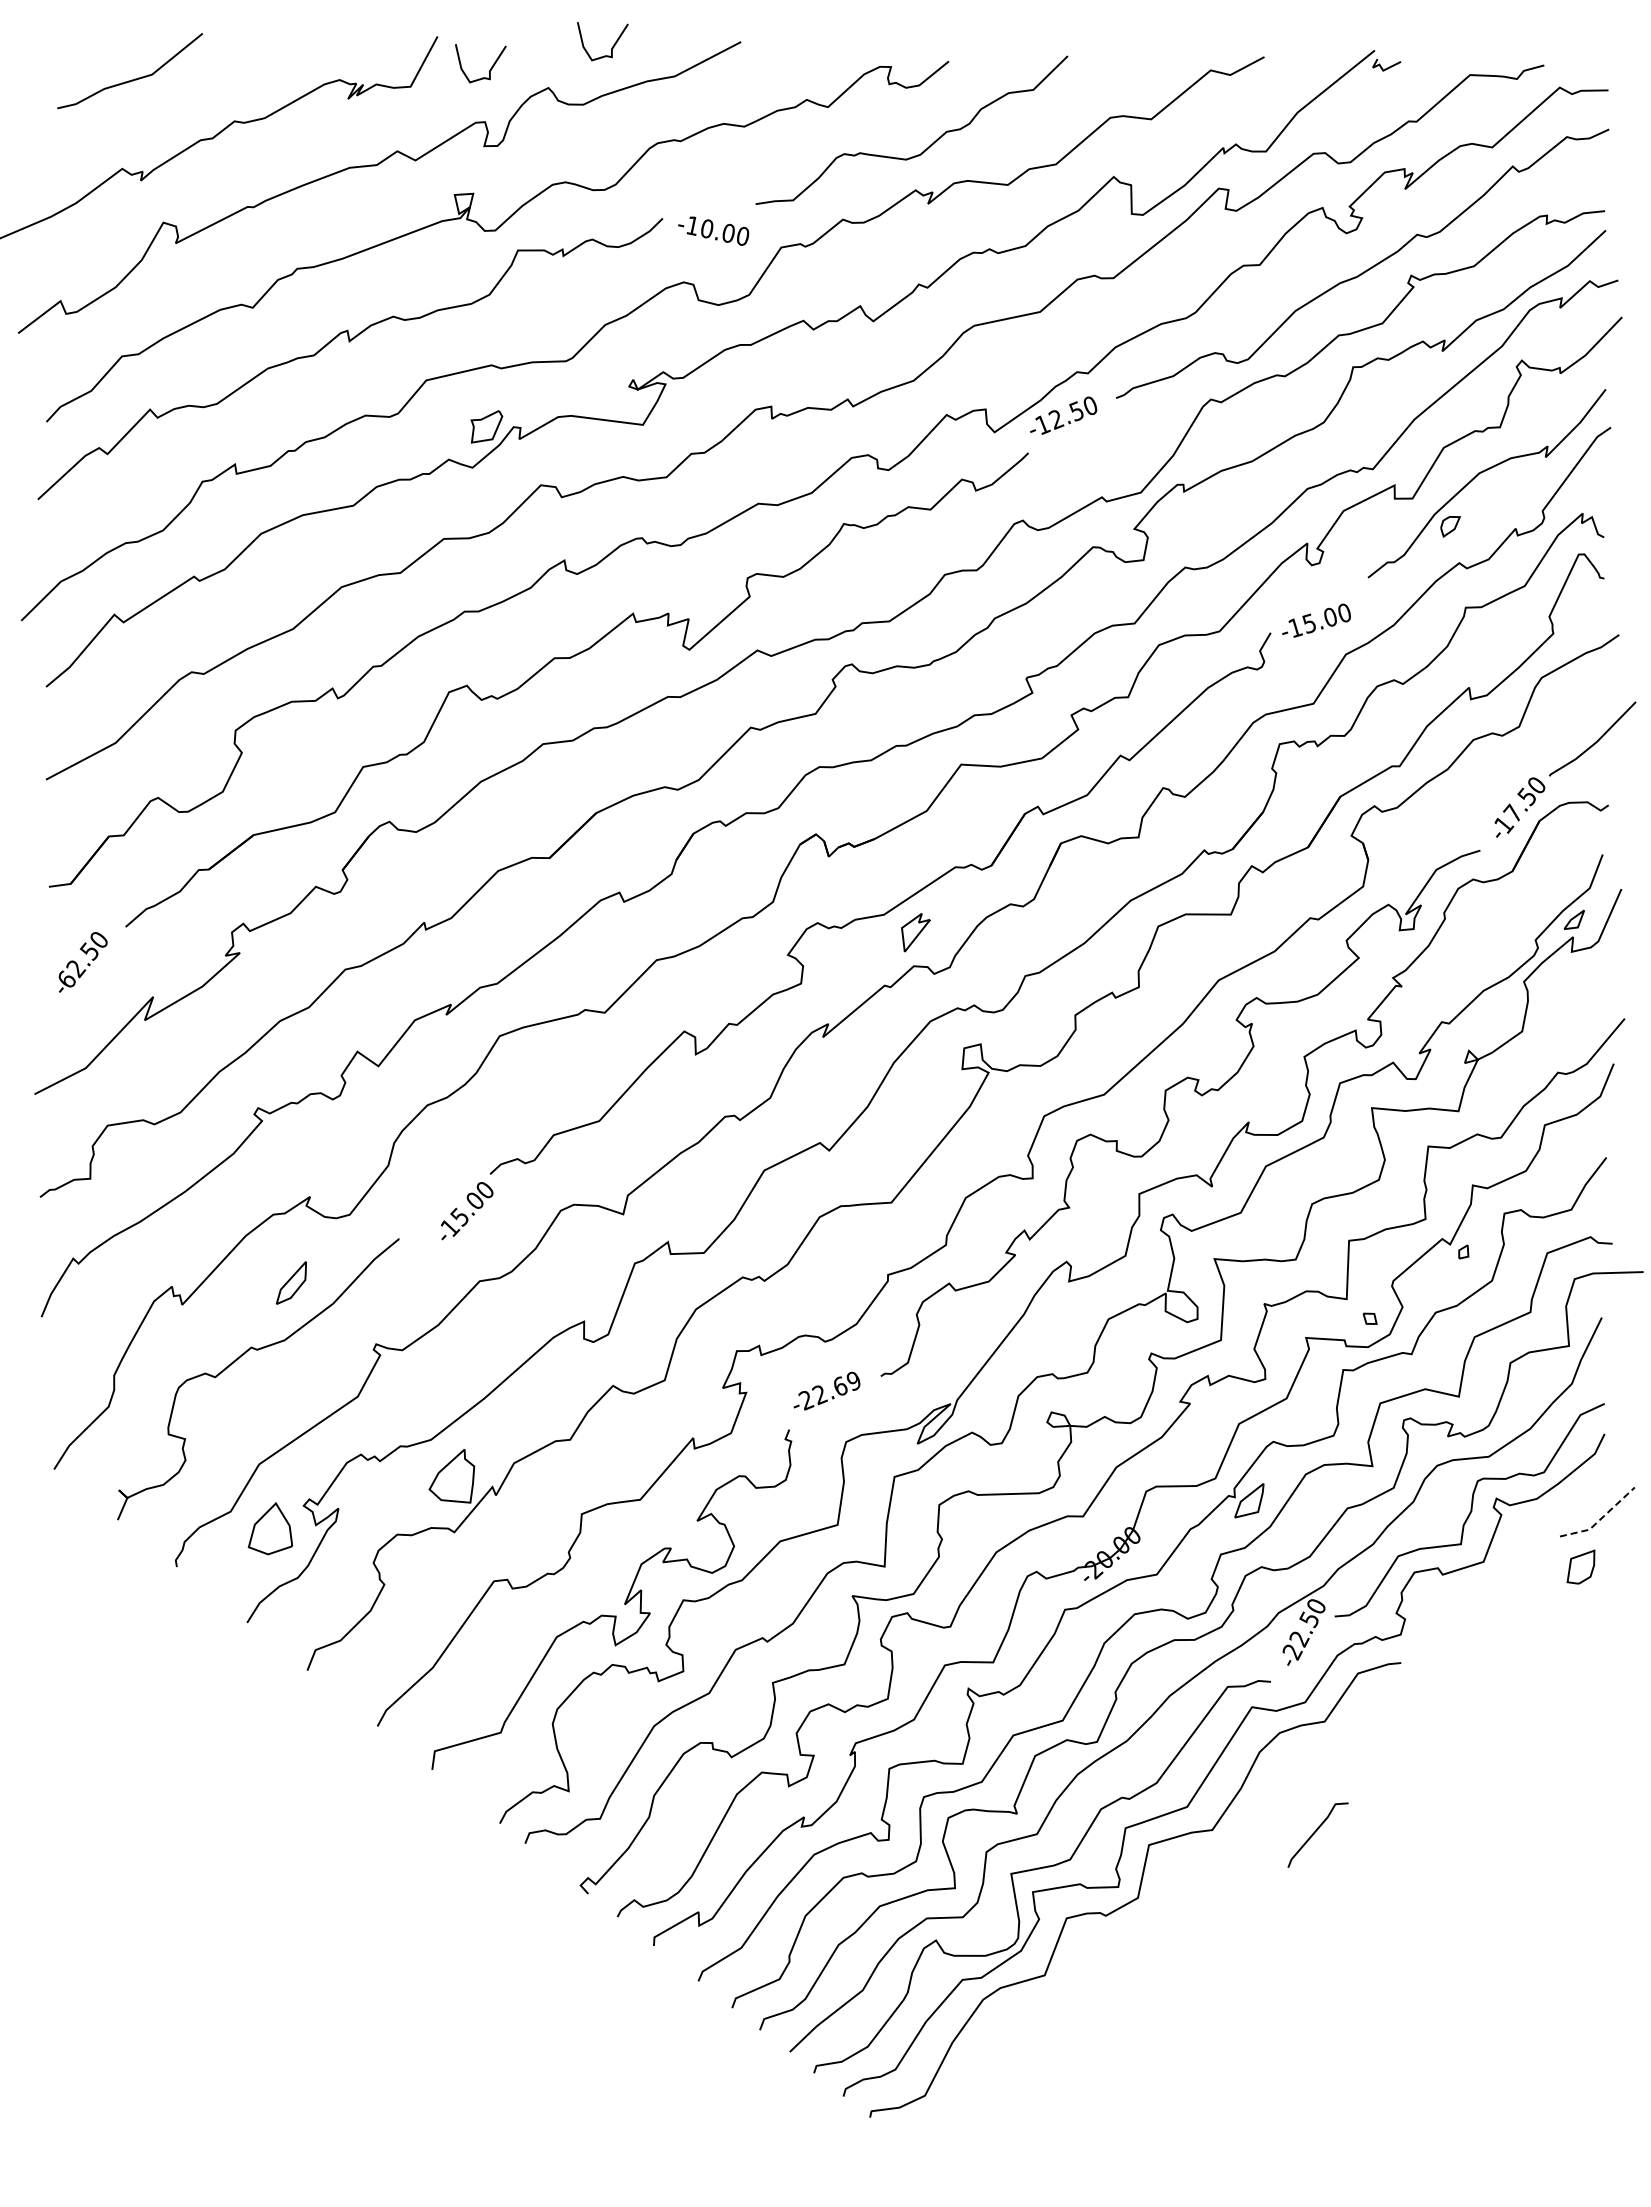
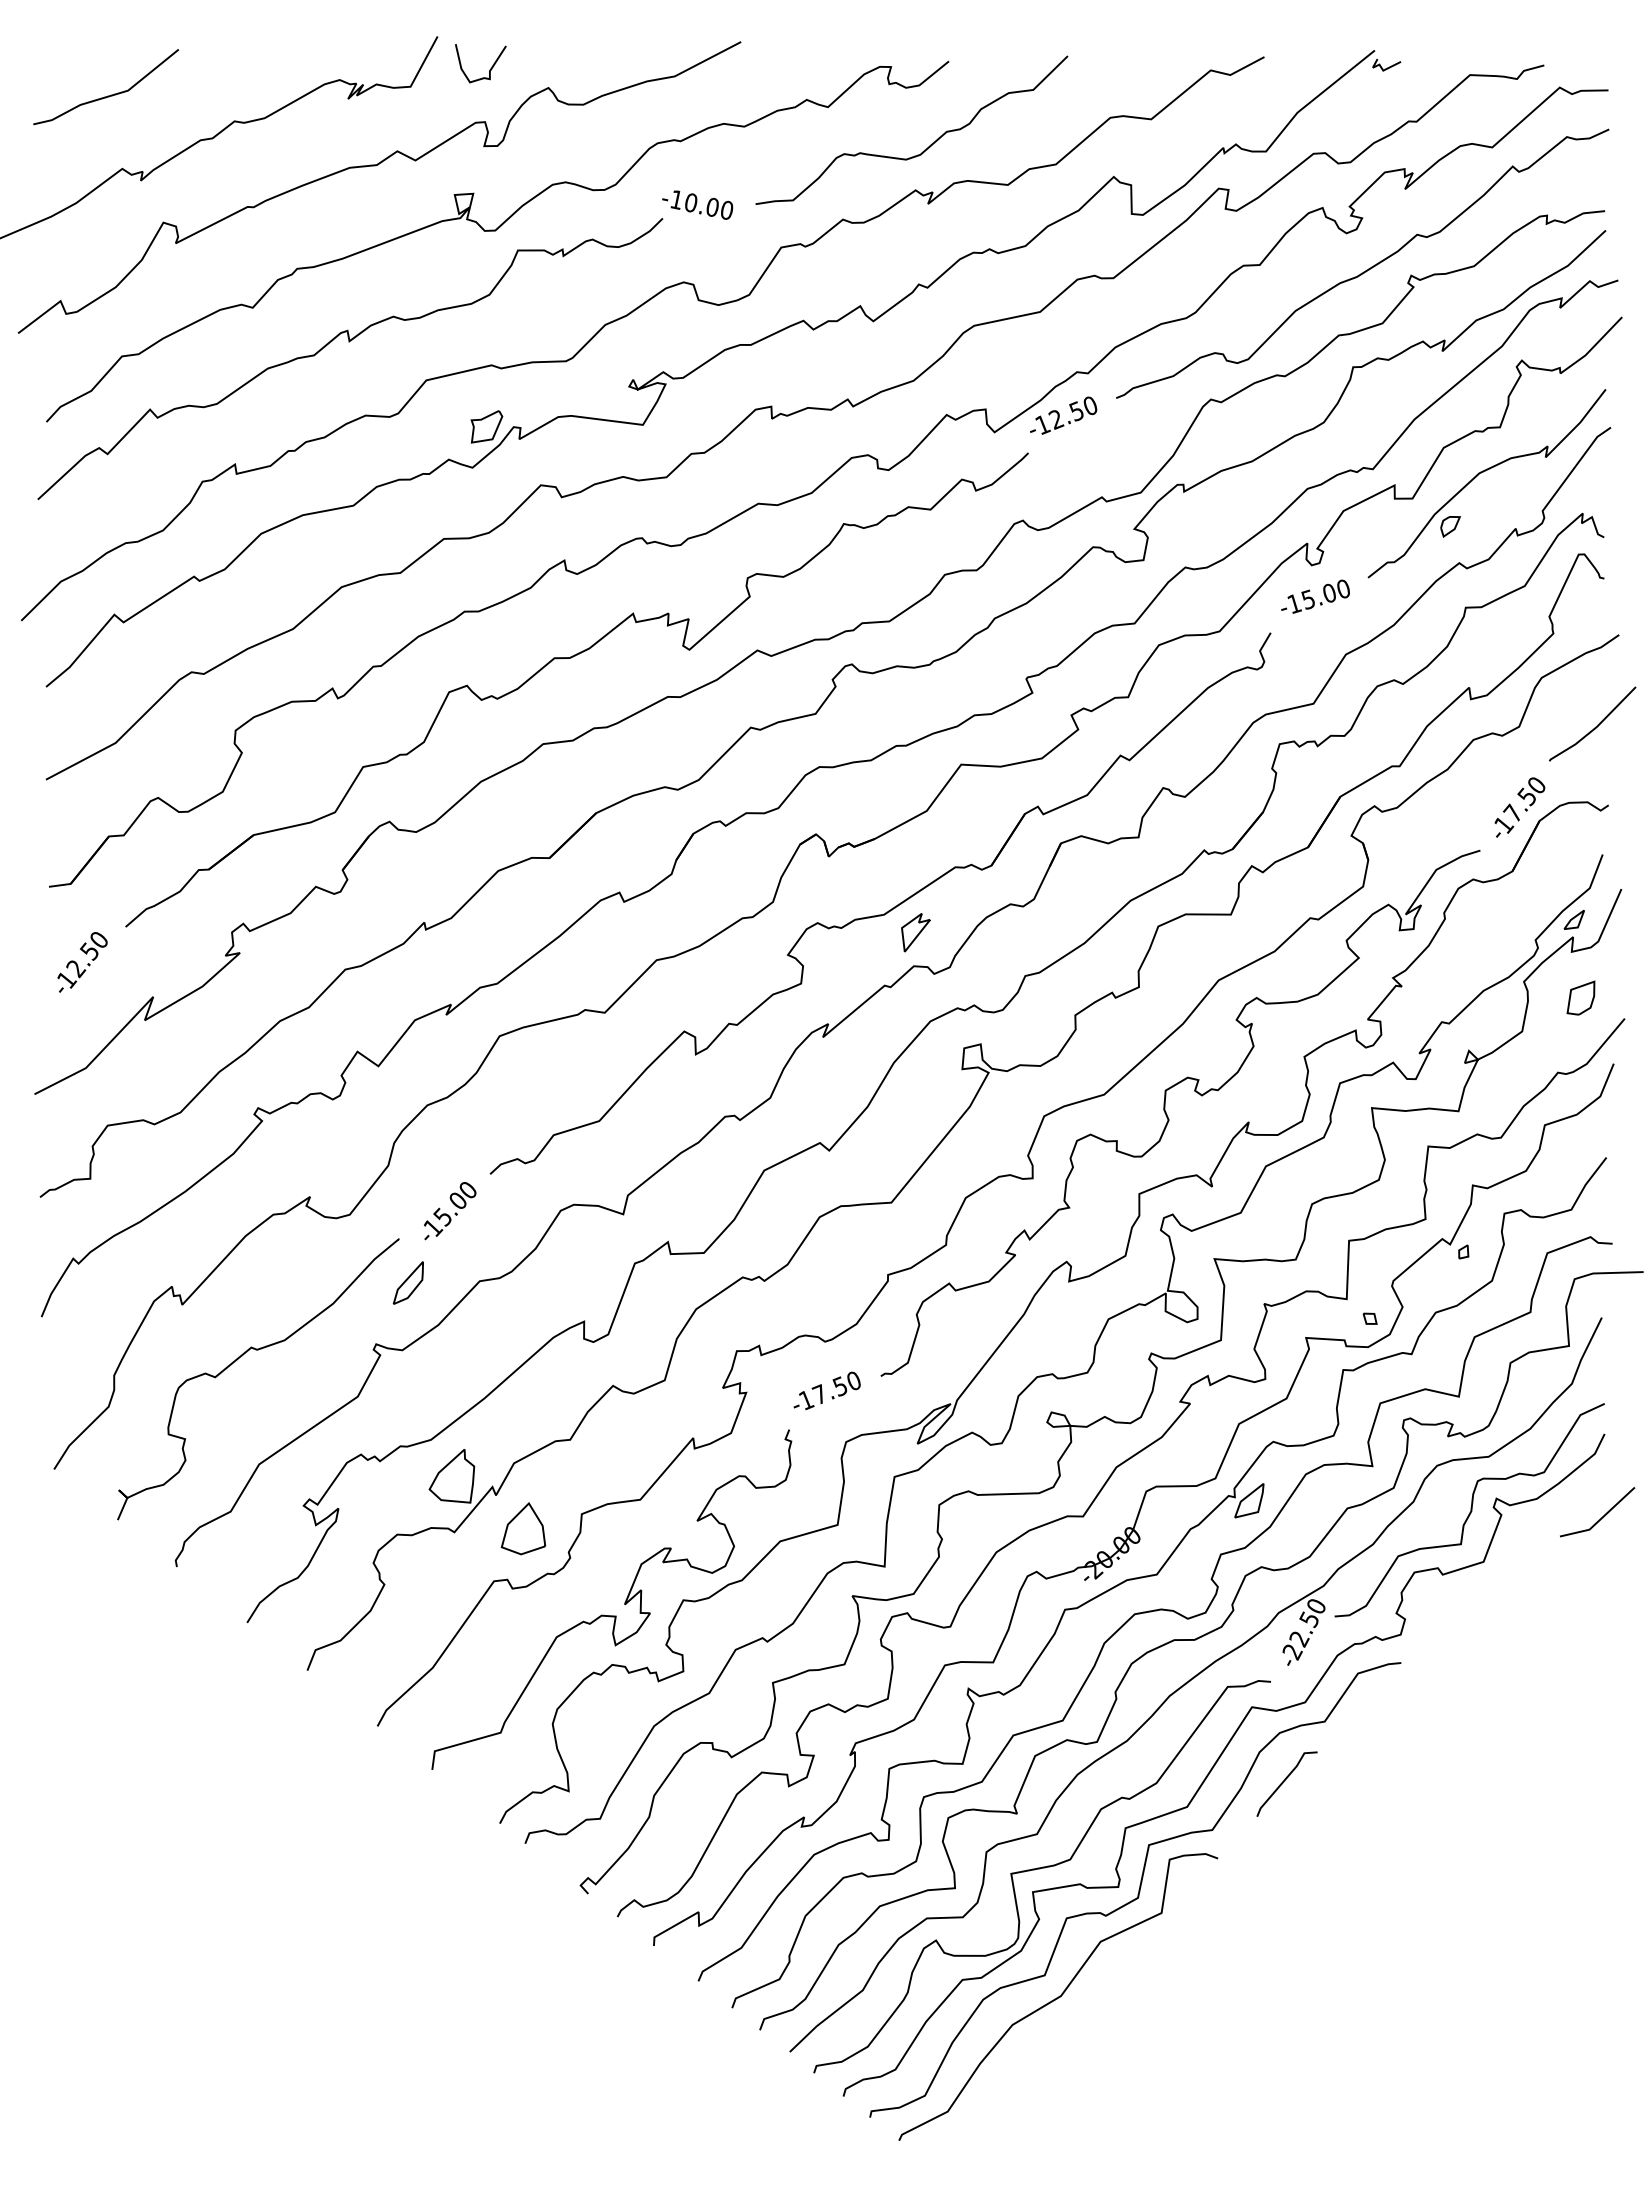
curve at (611, 47): present -> none
line at (131, 79) position: (131, 79) -> (107, 95)
text at (713, 230) position: (713, 230) -> (697, 204)
text at (1316, 620) position: (1316, 620) -> (1315, 596)
line at (1595, 741) position: (1595, 741) -> (1595, 726)
text at (67, 979): -62.50 -> -12.50
text at (467, 1211) position: (467, 1211) -> (450, 1211)
part at (290, 1282) position: (290, 1282) -> (407, 1282)
text at (829, 1390): -22.69 -> -17.50
line at (1600, 1519): dashed -> solid
part at (270, 1528) position: (270, 1528) -> (523, 1528)
part at (1580, 1566) position: (1580, 1566) -> (1580, 997)
line at (1315, 1833) position: (1315, 1833) -> (1284, 1782)
curve at (1058, 1996): none -> present
